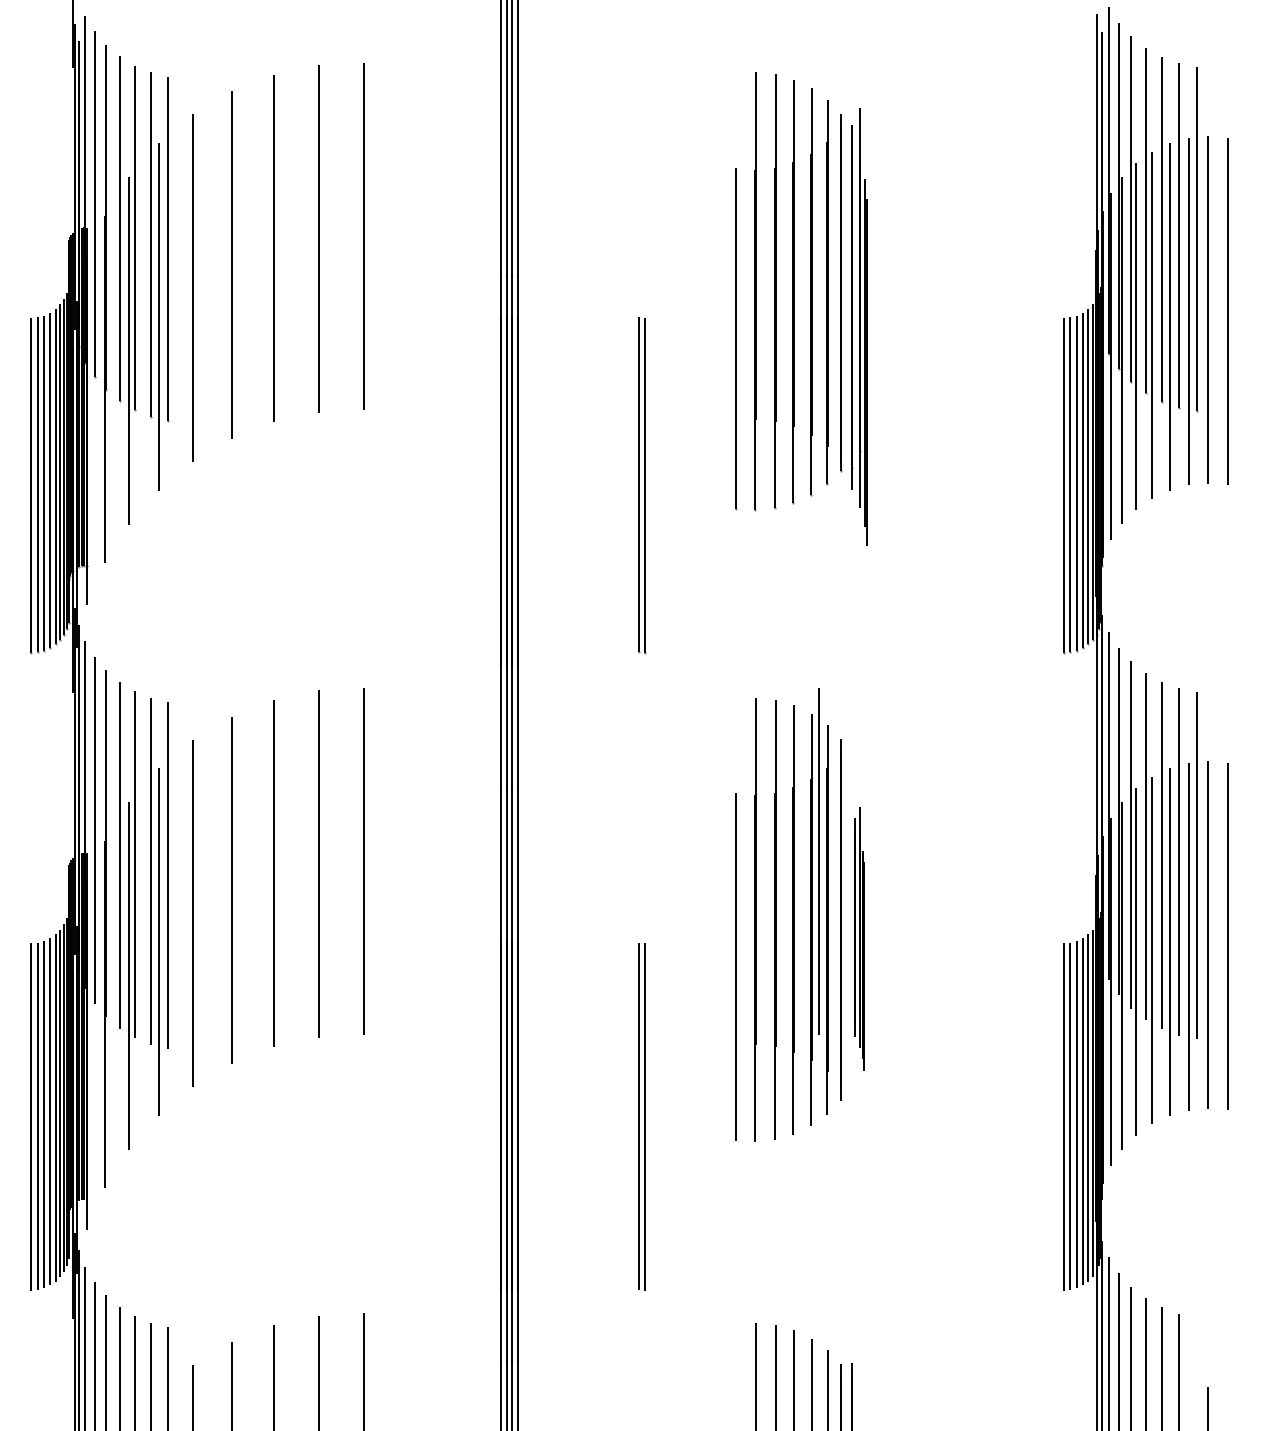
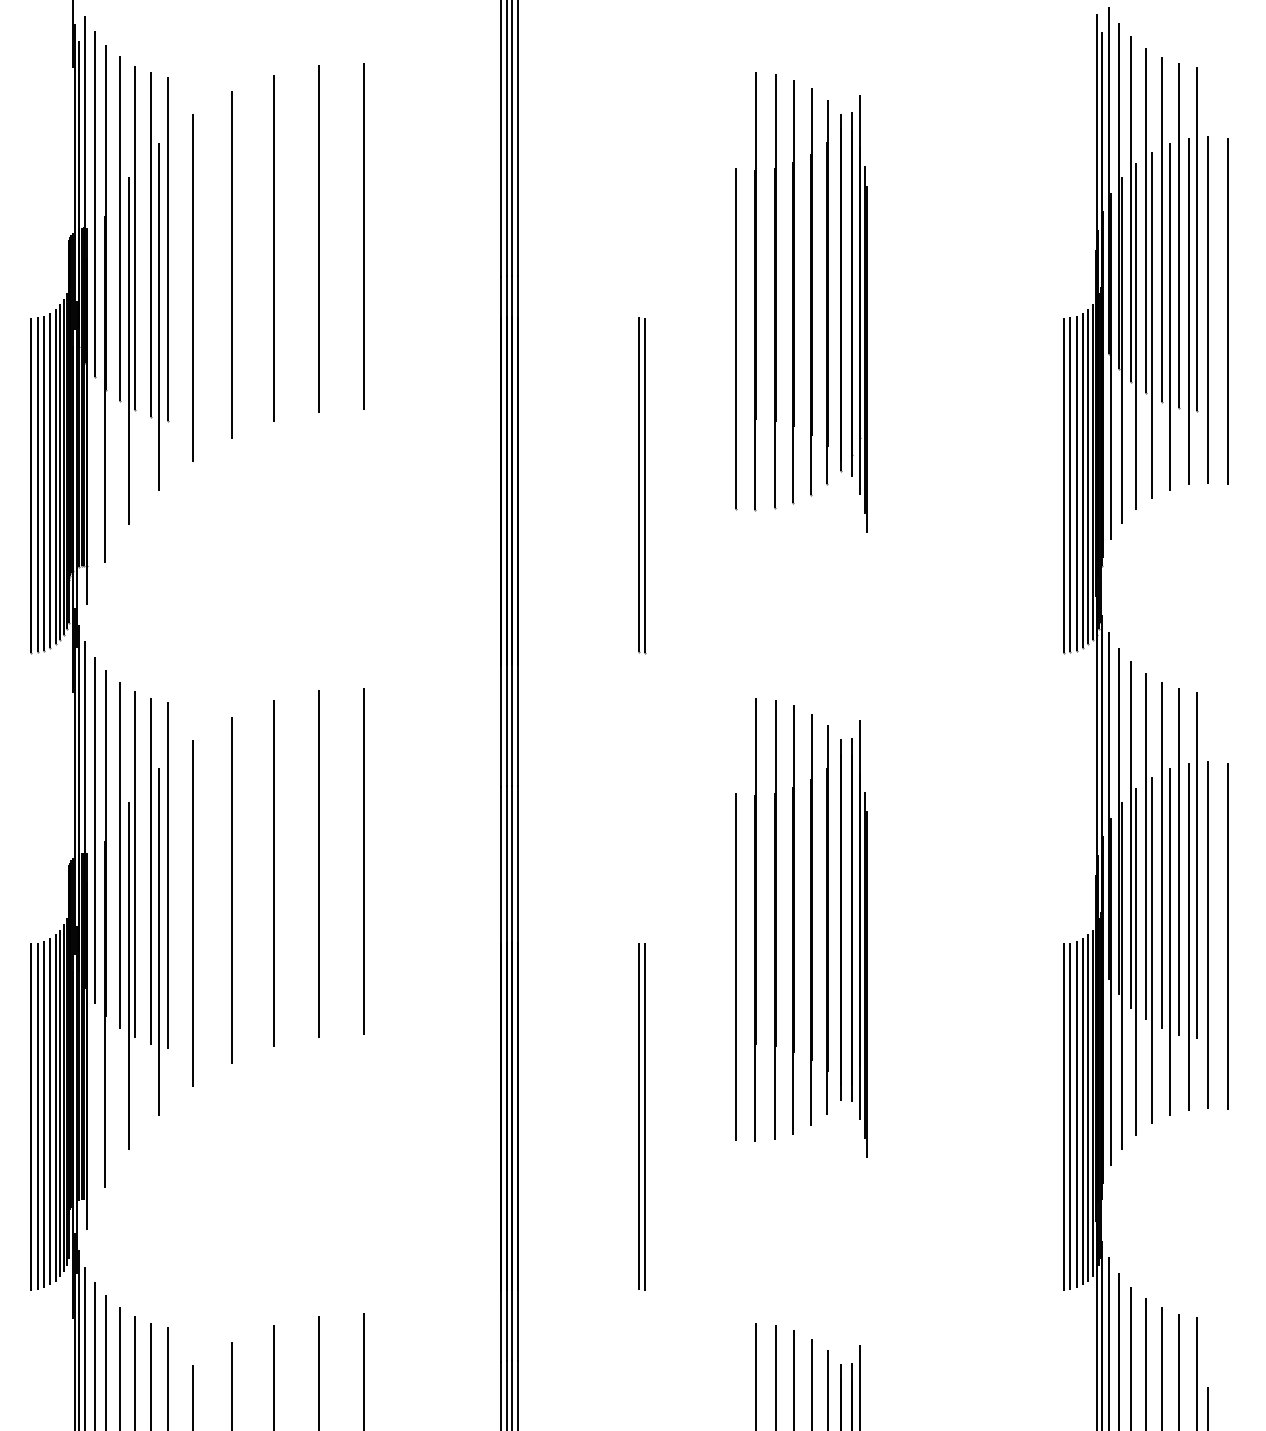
part at (859, 326) position: (859, 326) -> (859, 313)
line at (818, 861): present -> none
part at (859, 938) size: 11x264 px -> 17x438 px
line at (1197, 1372): none -> present
line at (860, 1386): none -> present
